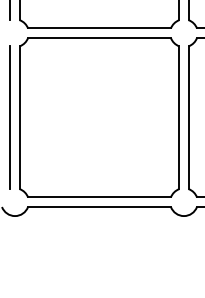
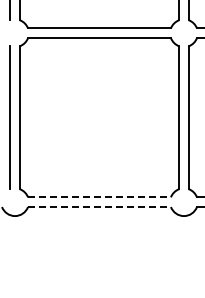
line at (100, 197): solid -> dashed
line at (100, 207): solid -> dashed
